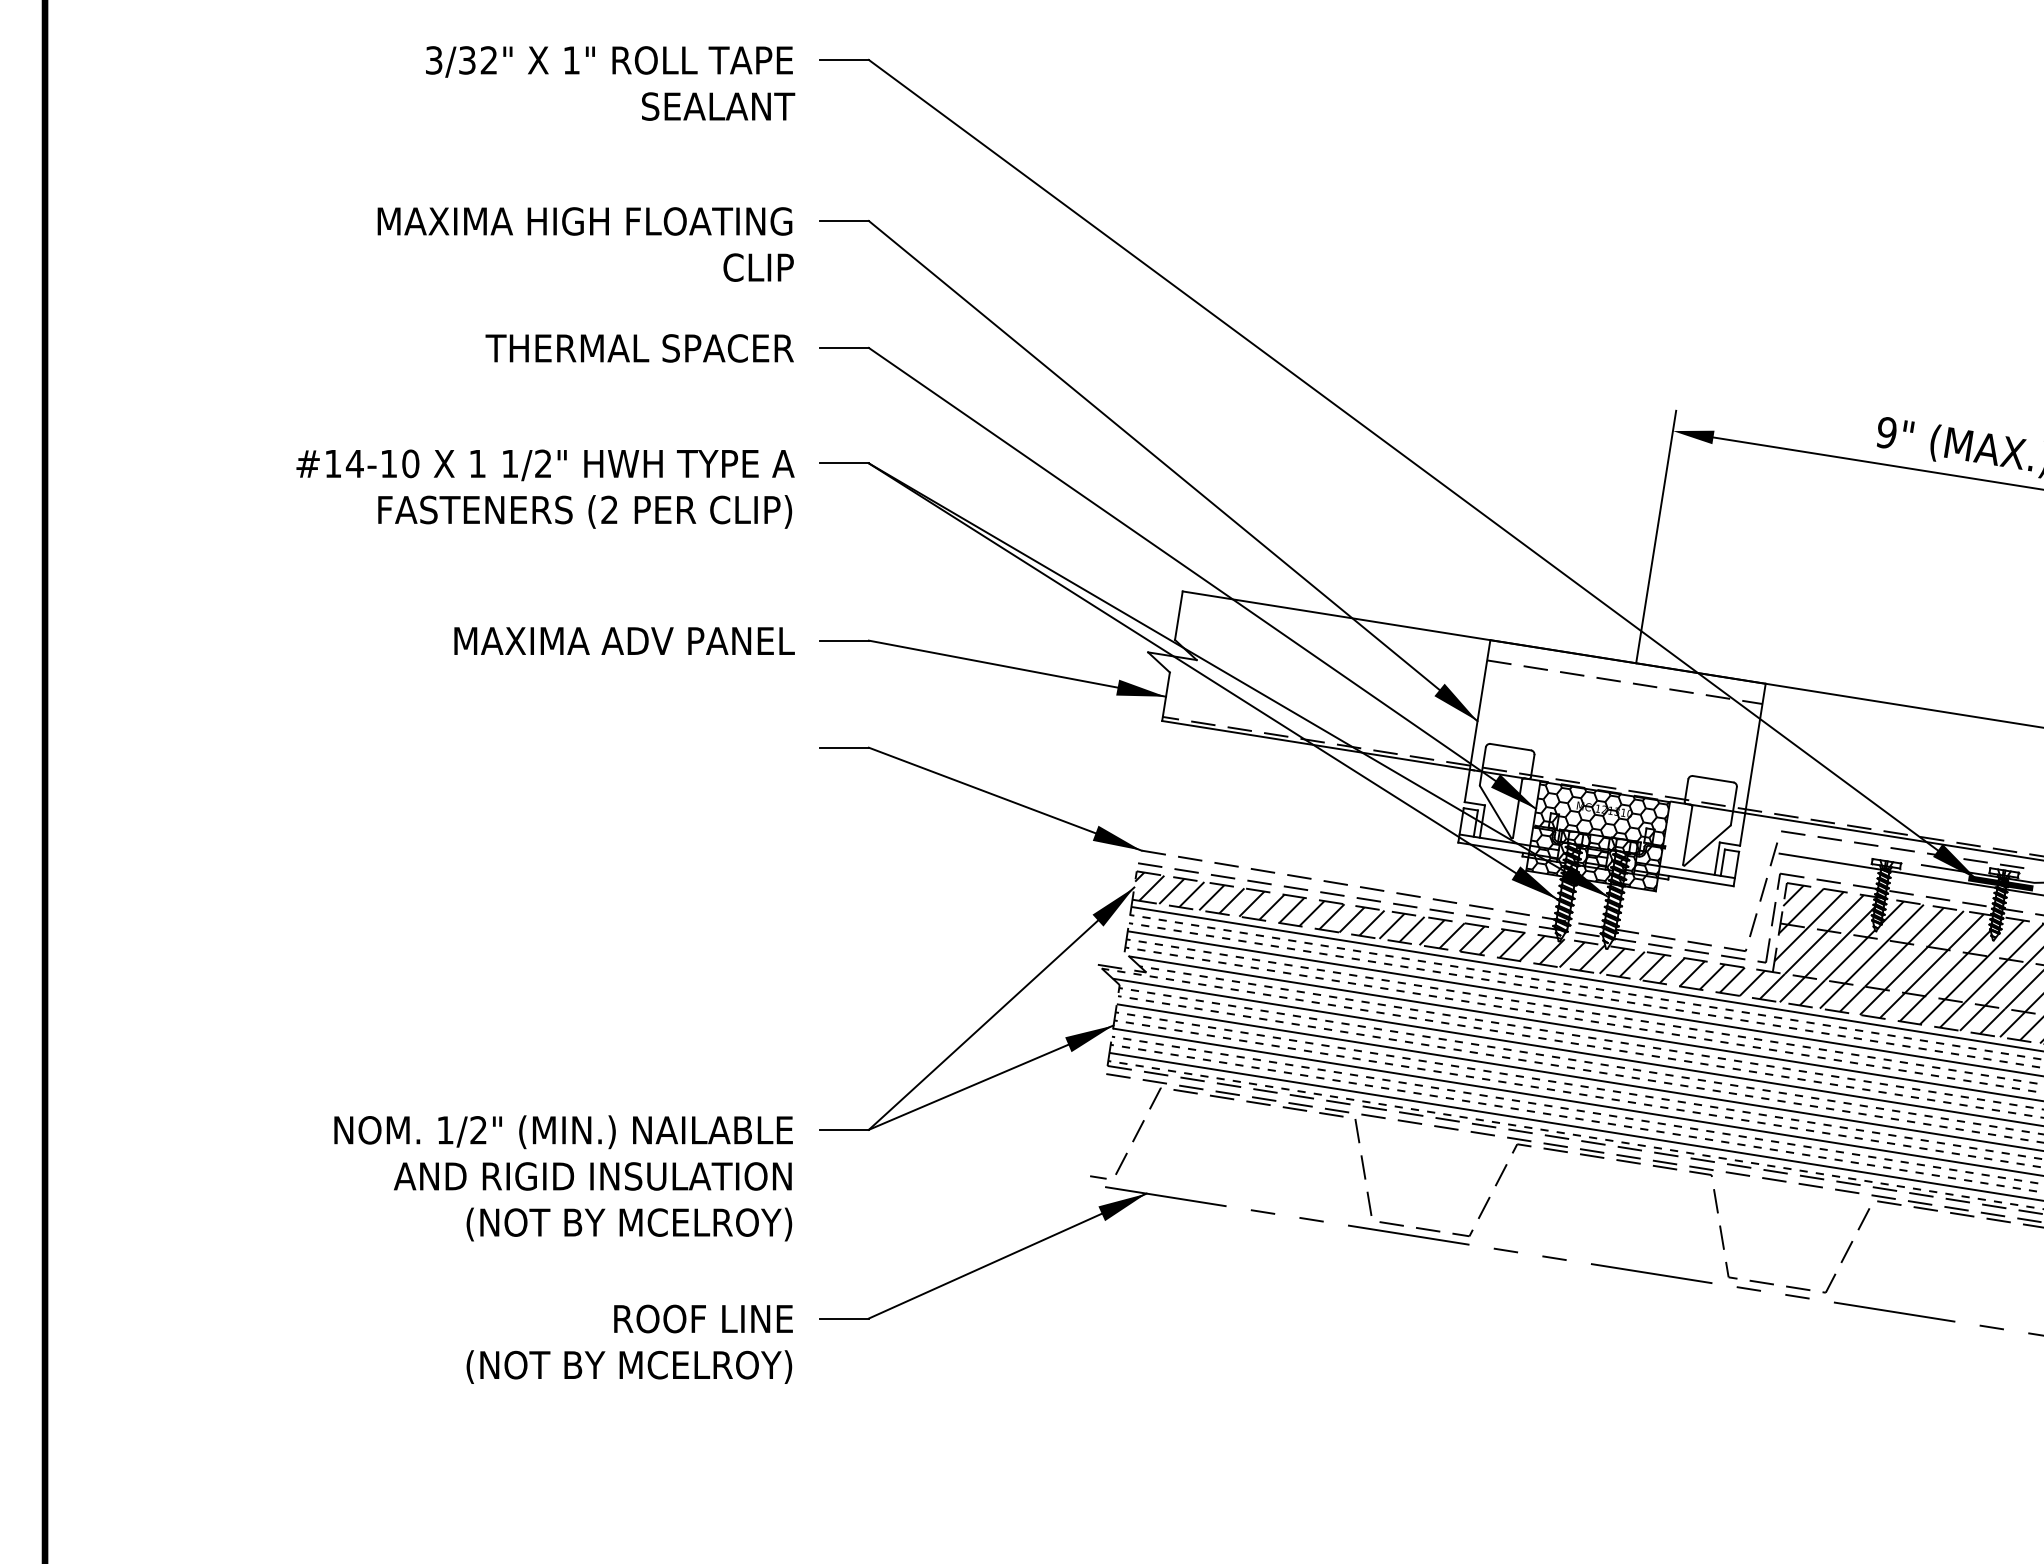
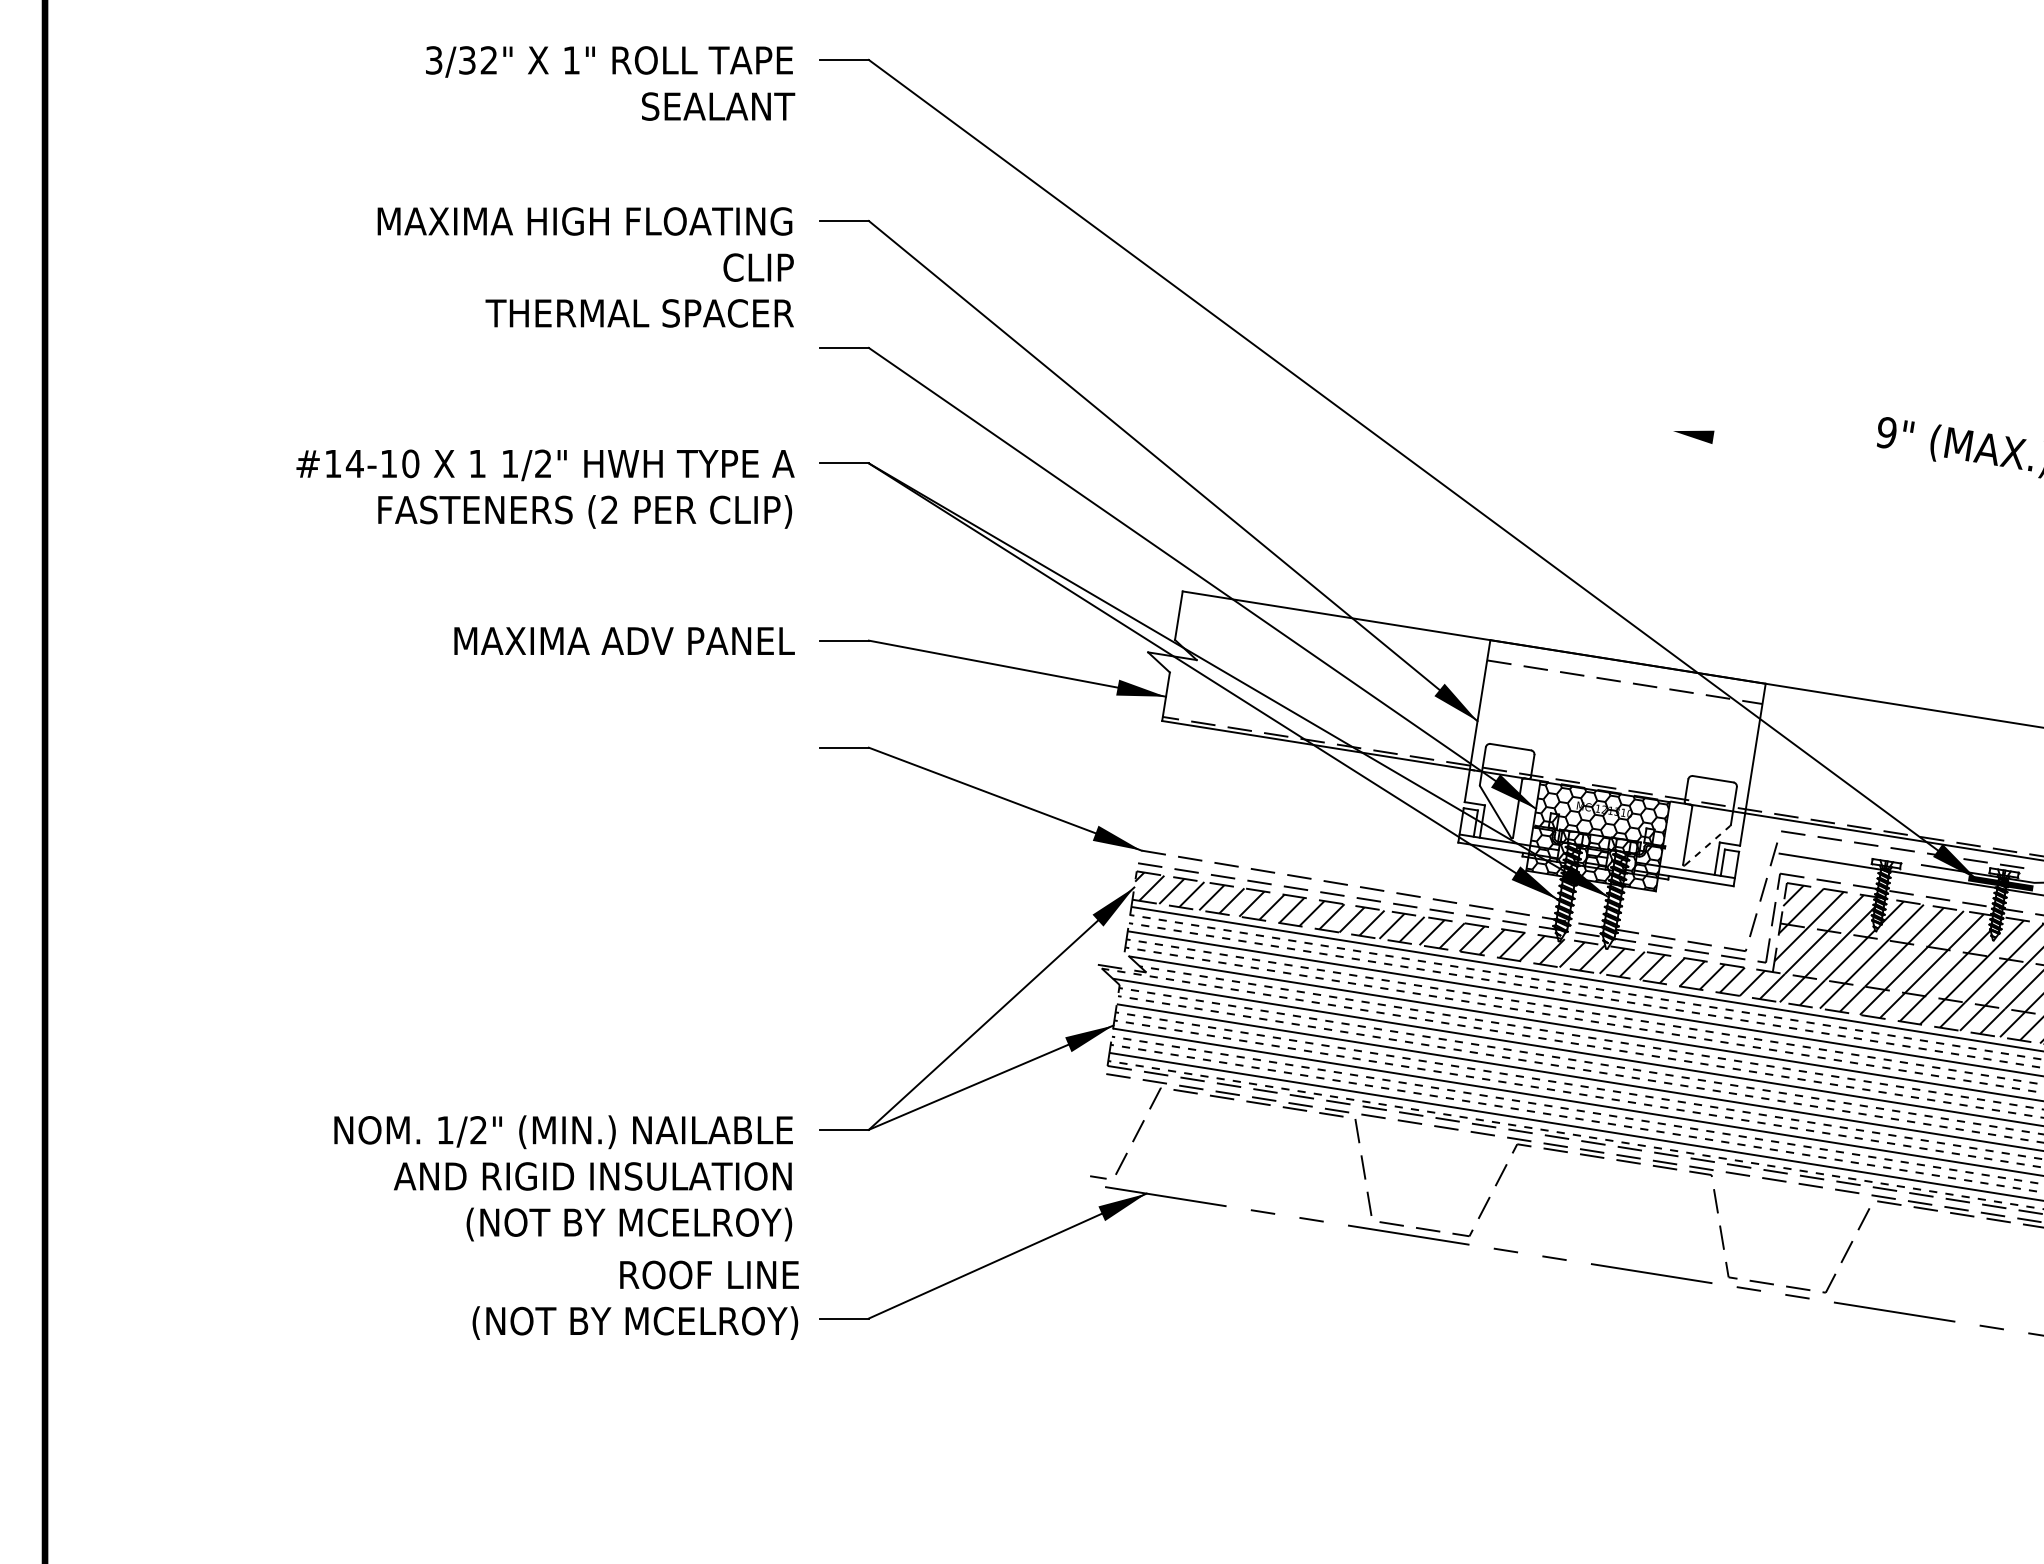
text at (639, 348) position: (639, 348) -> (639, 313)
line at (1876, 463): present -> none
line at (1656, 536): present -> none
line at (1707, 845): solid -> dashed
text at (629, 1343) position: (629, 1343) -> (635, 1299)
